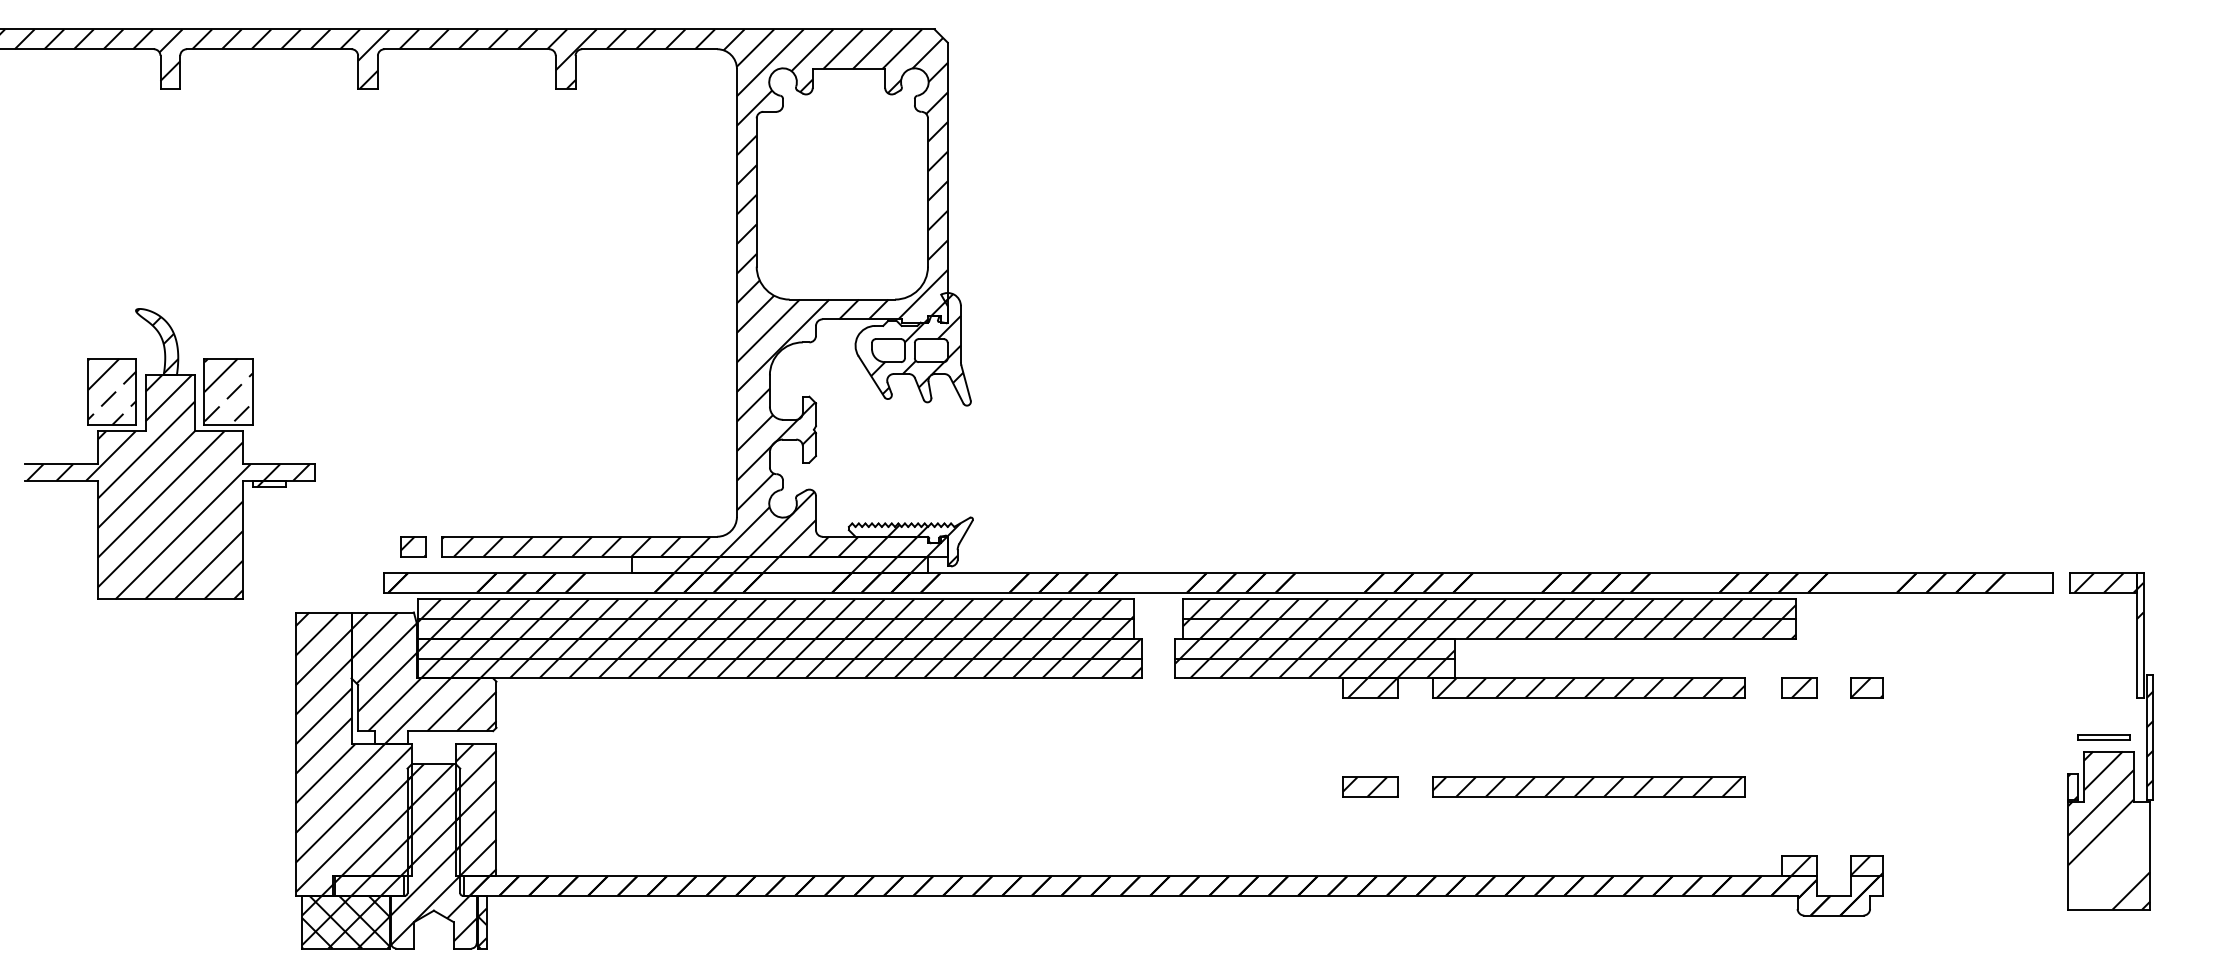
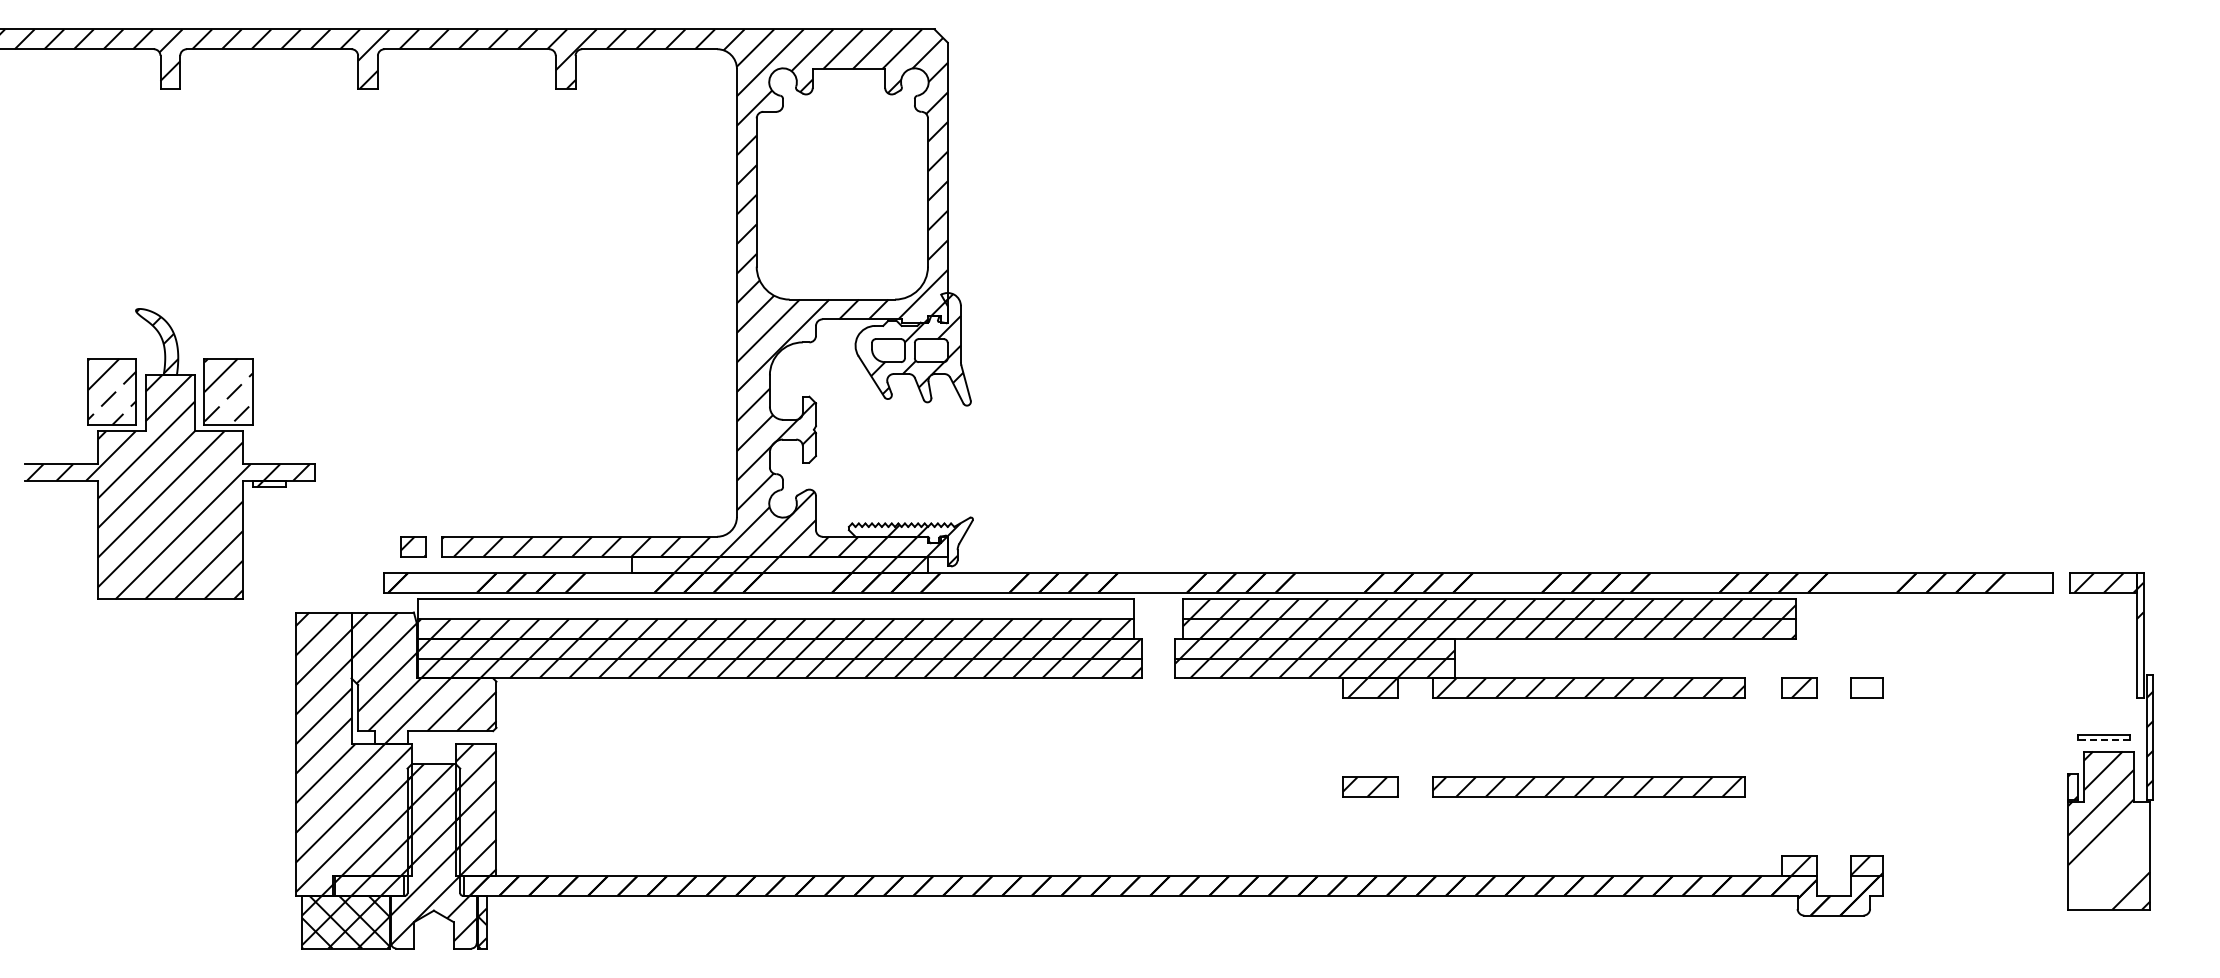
hatch at (777, 609): present -> none
hatch at (1867, 688): present -> none
line at (2103, 740): solid -> dashed
